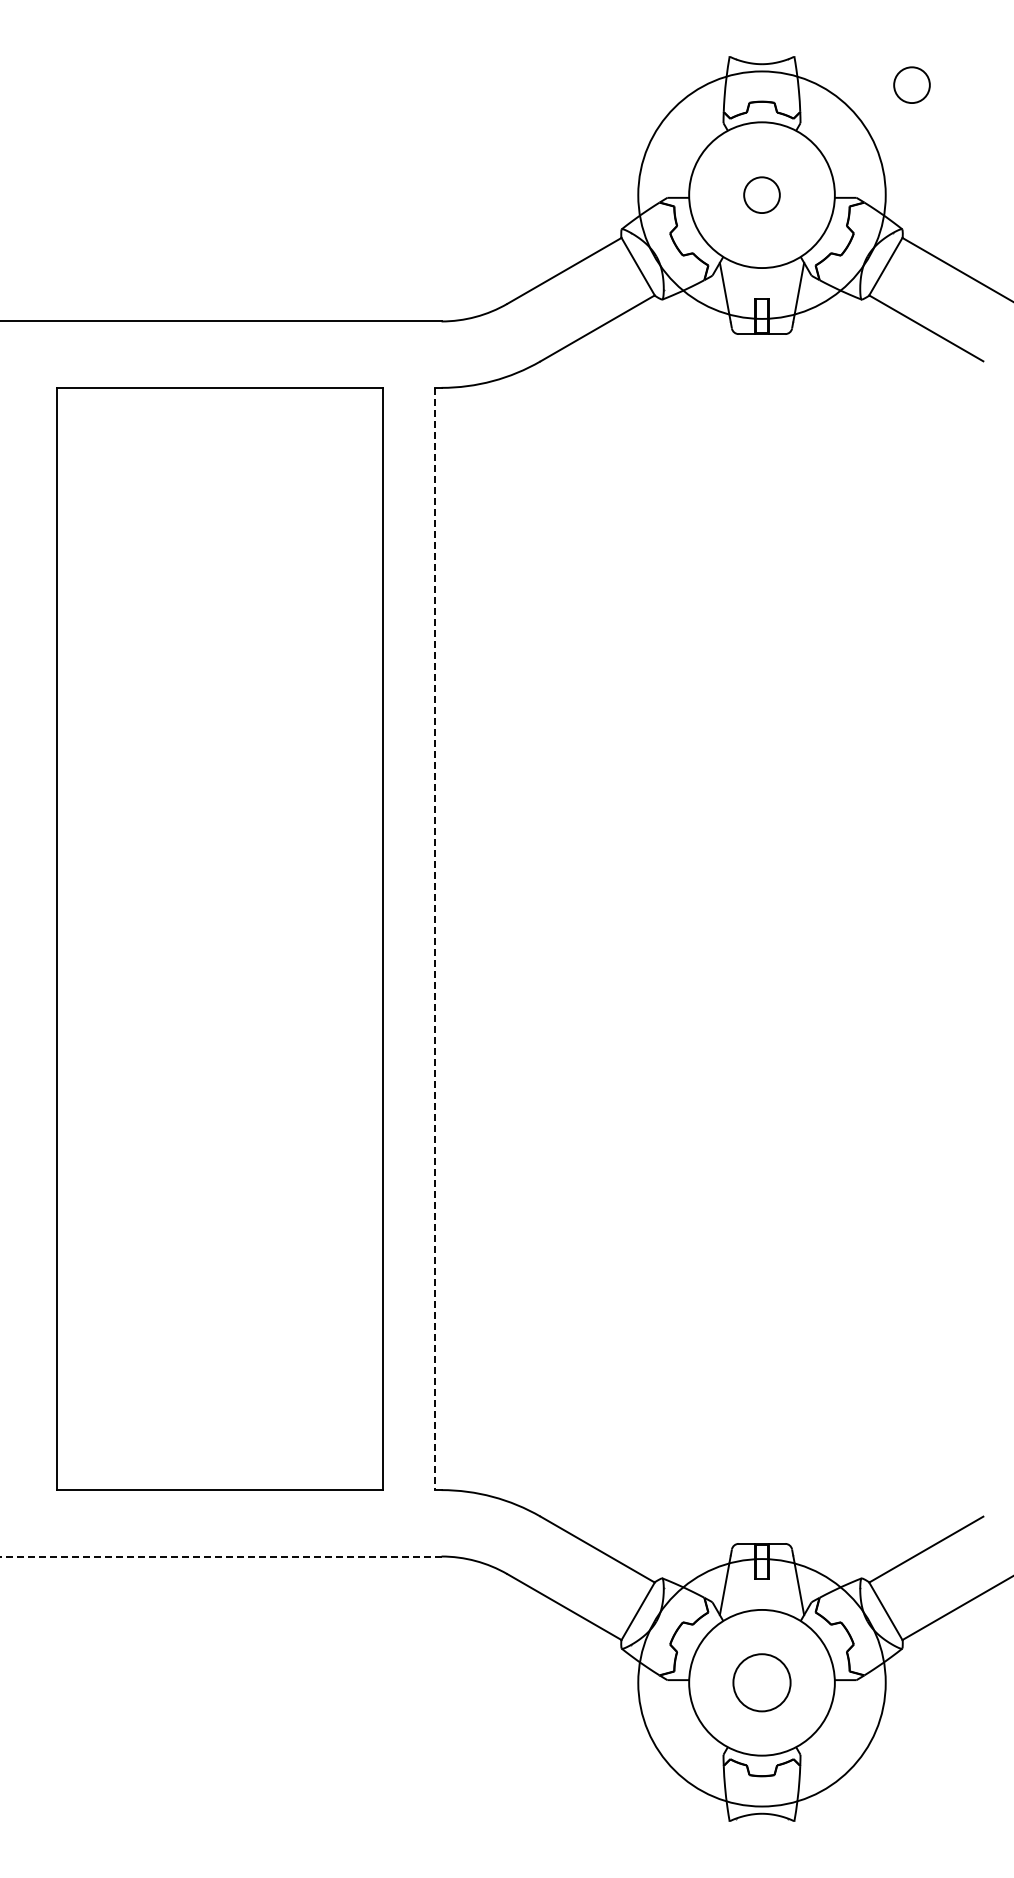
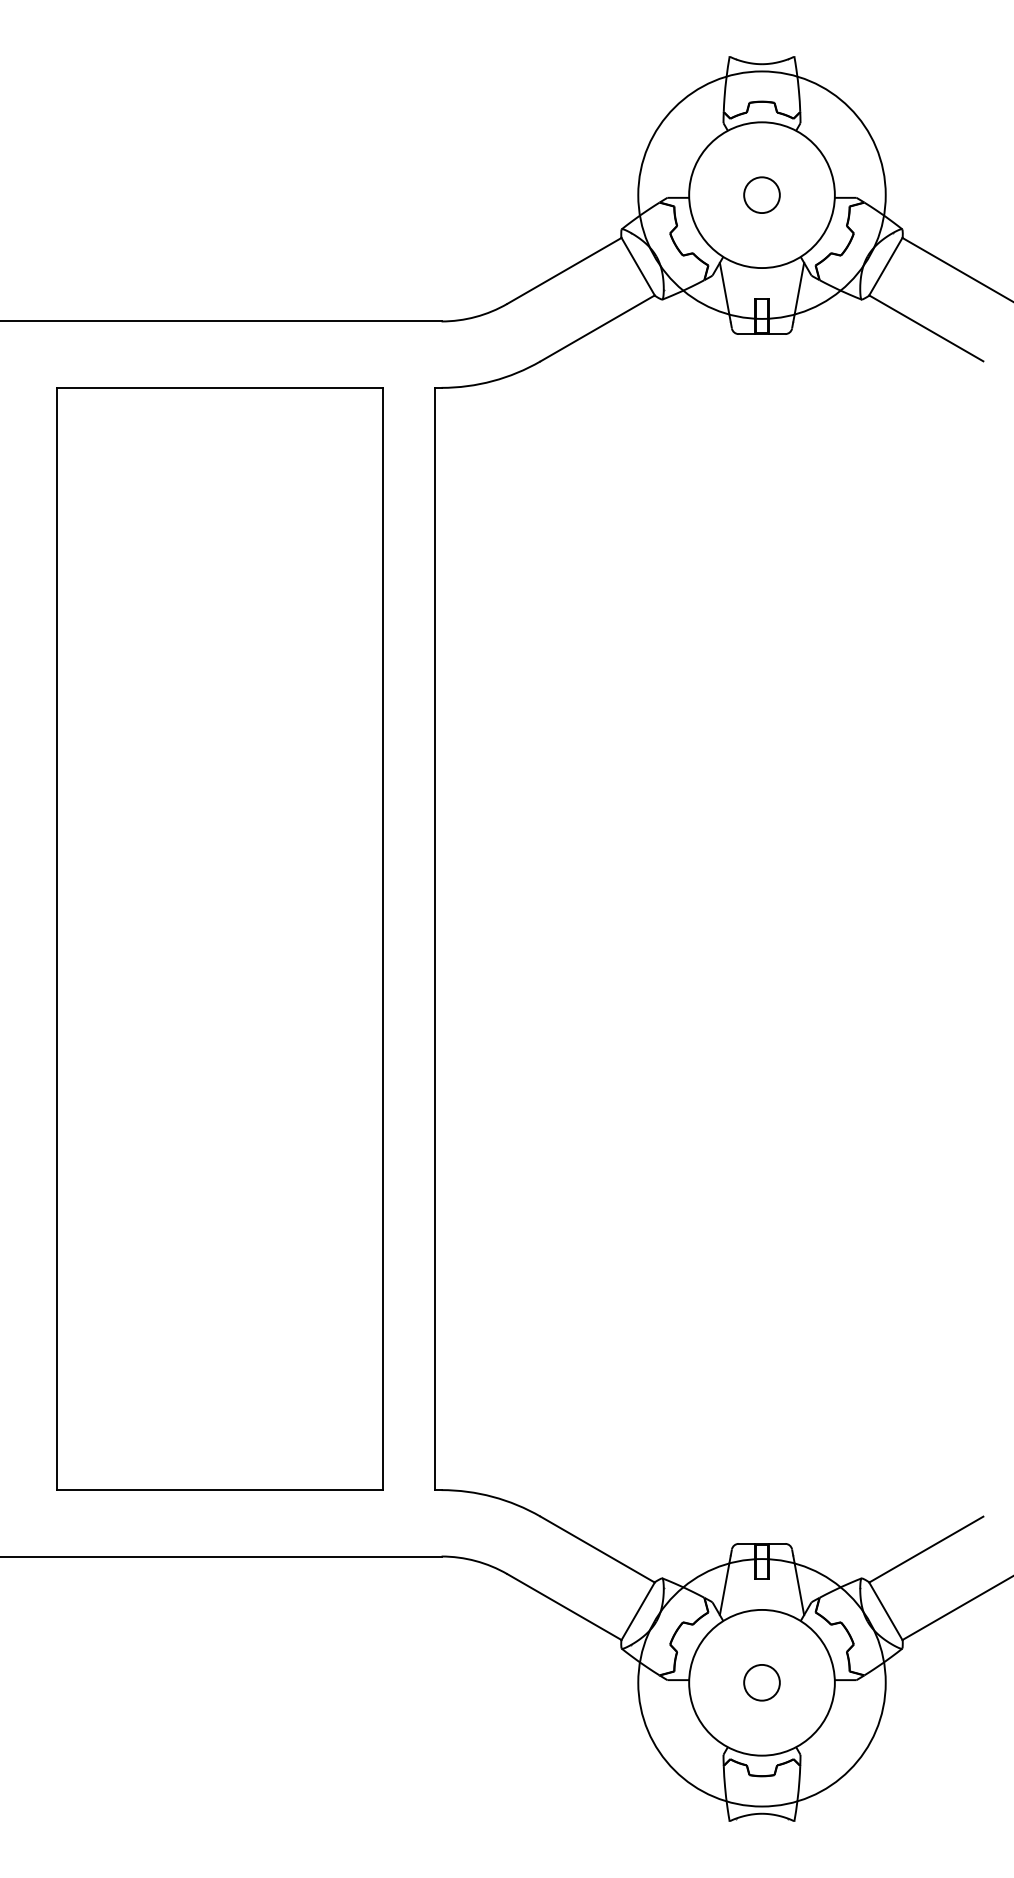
circle at (911, 84): present -> none
line at (434, 939): dashed -> solid
line at (220, 1556): dashed -> solid
circle at (761, 1682) diameter: 57 px -> 36 px
